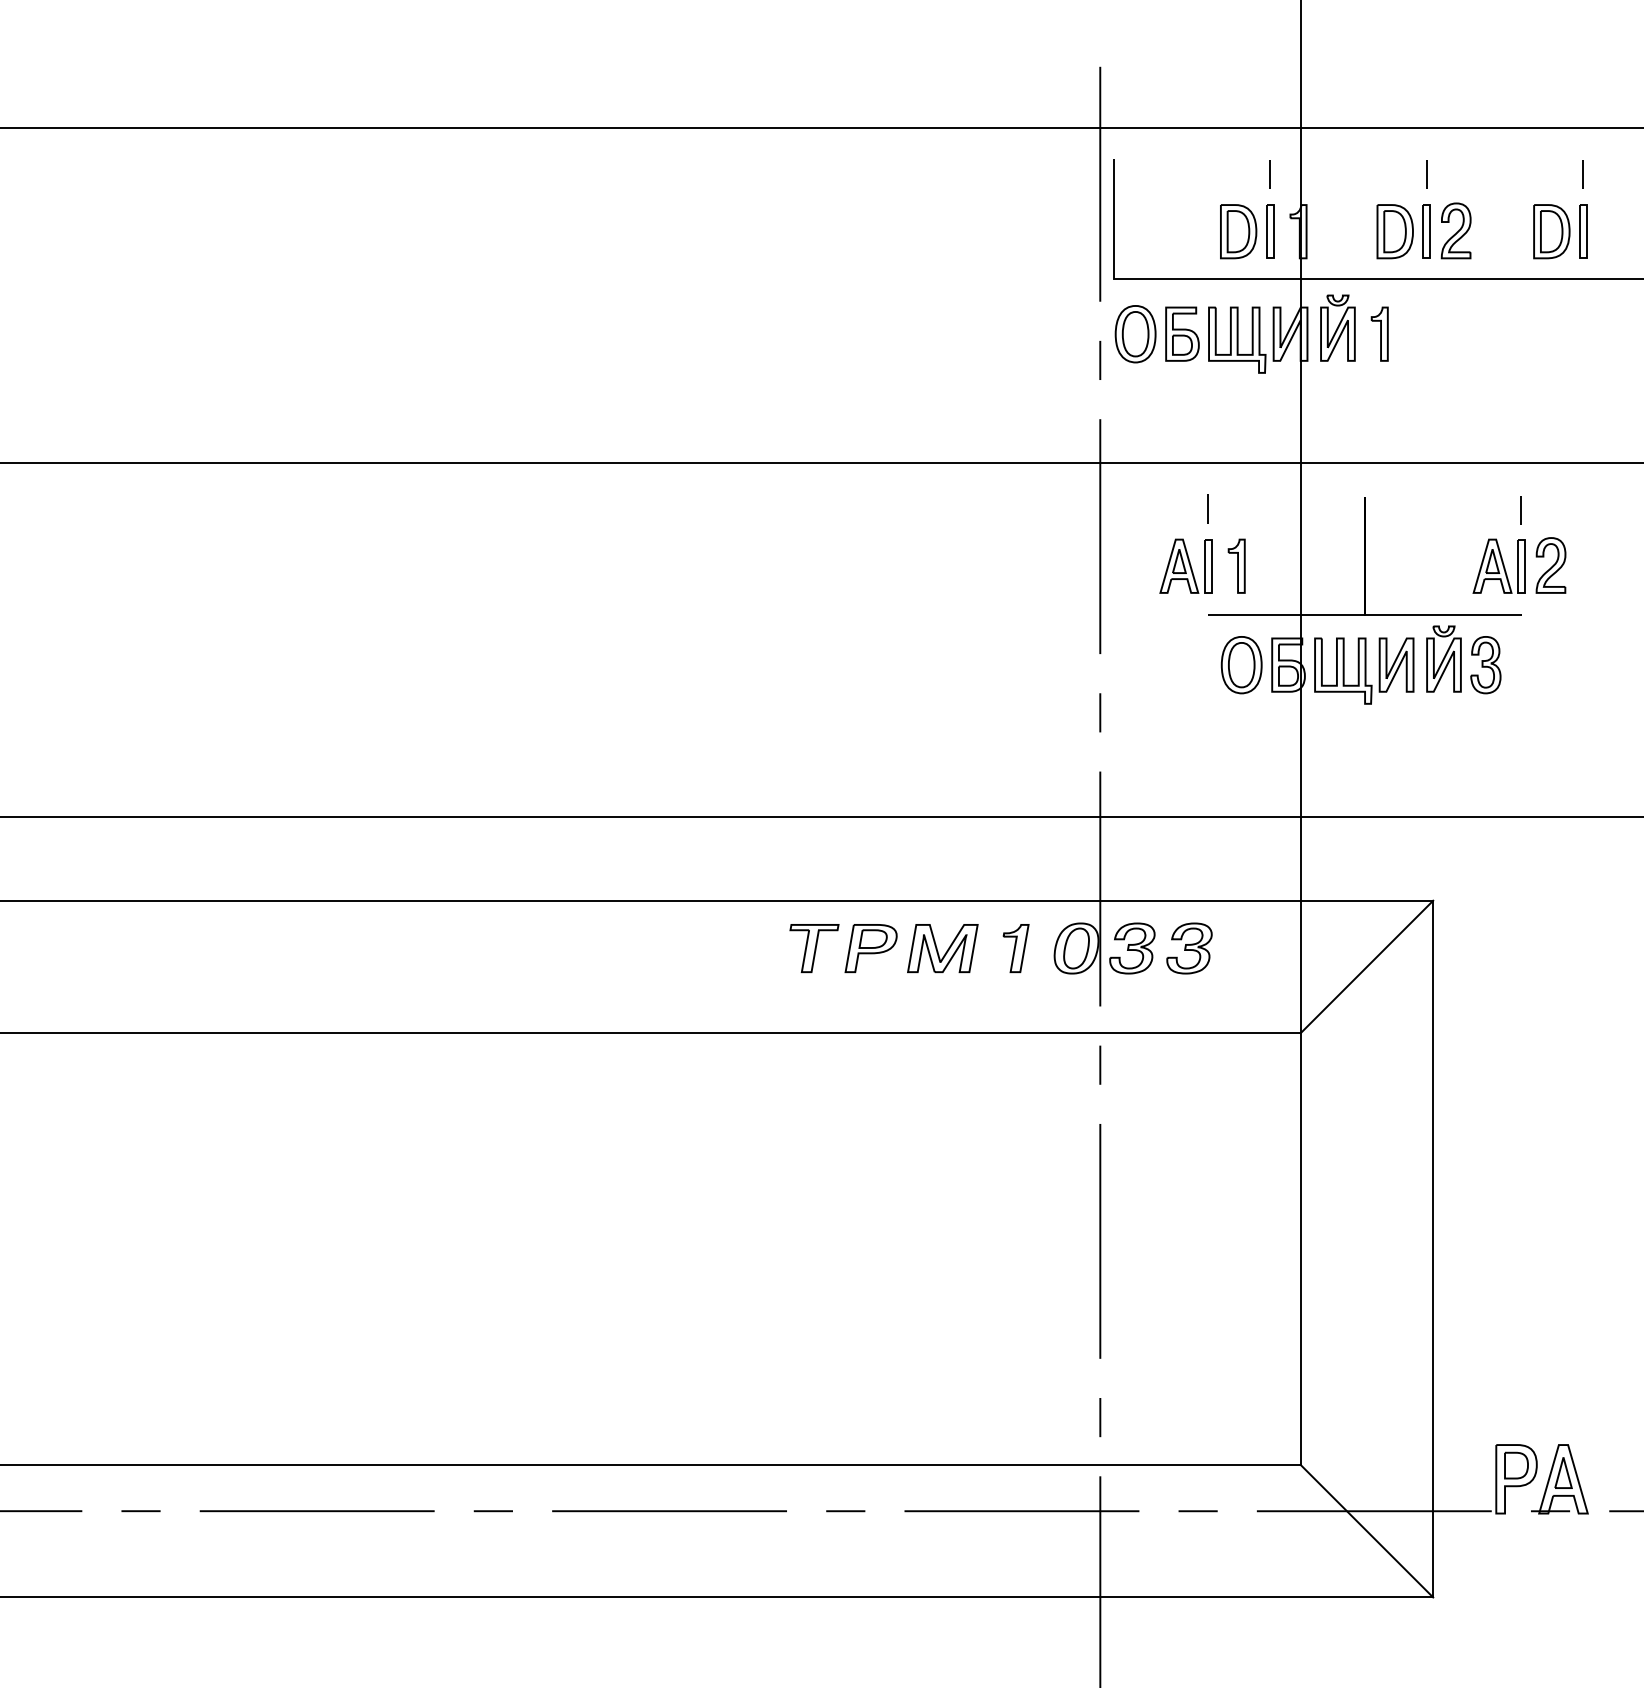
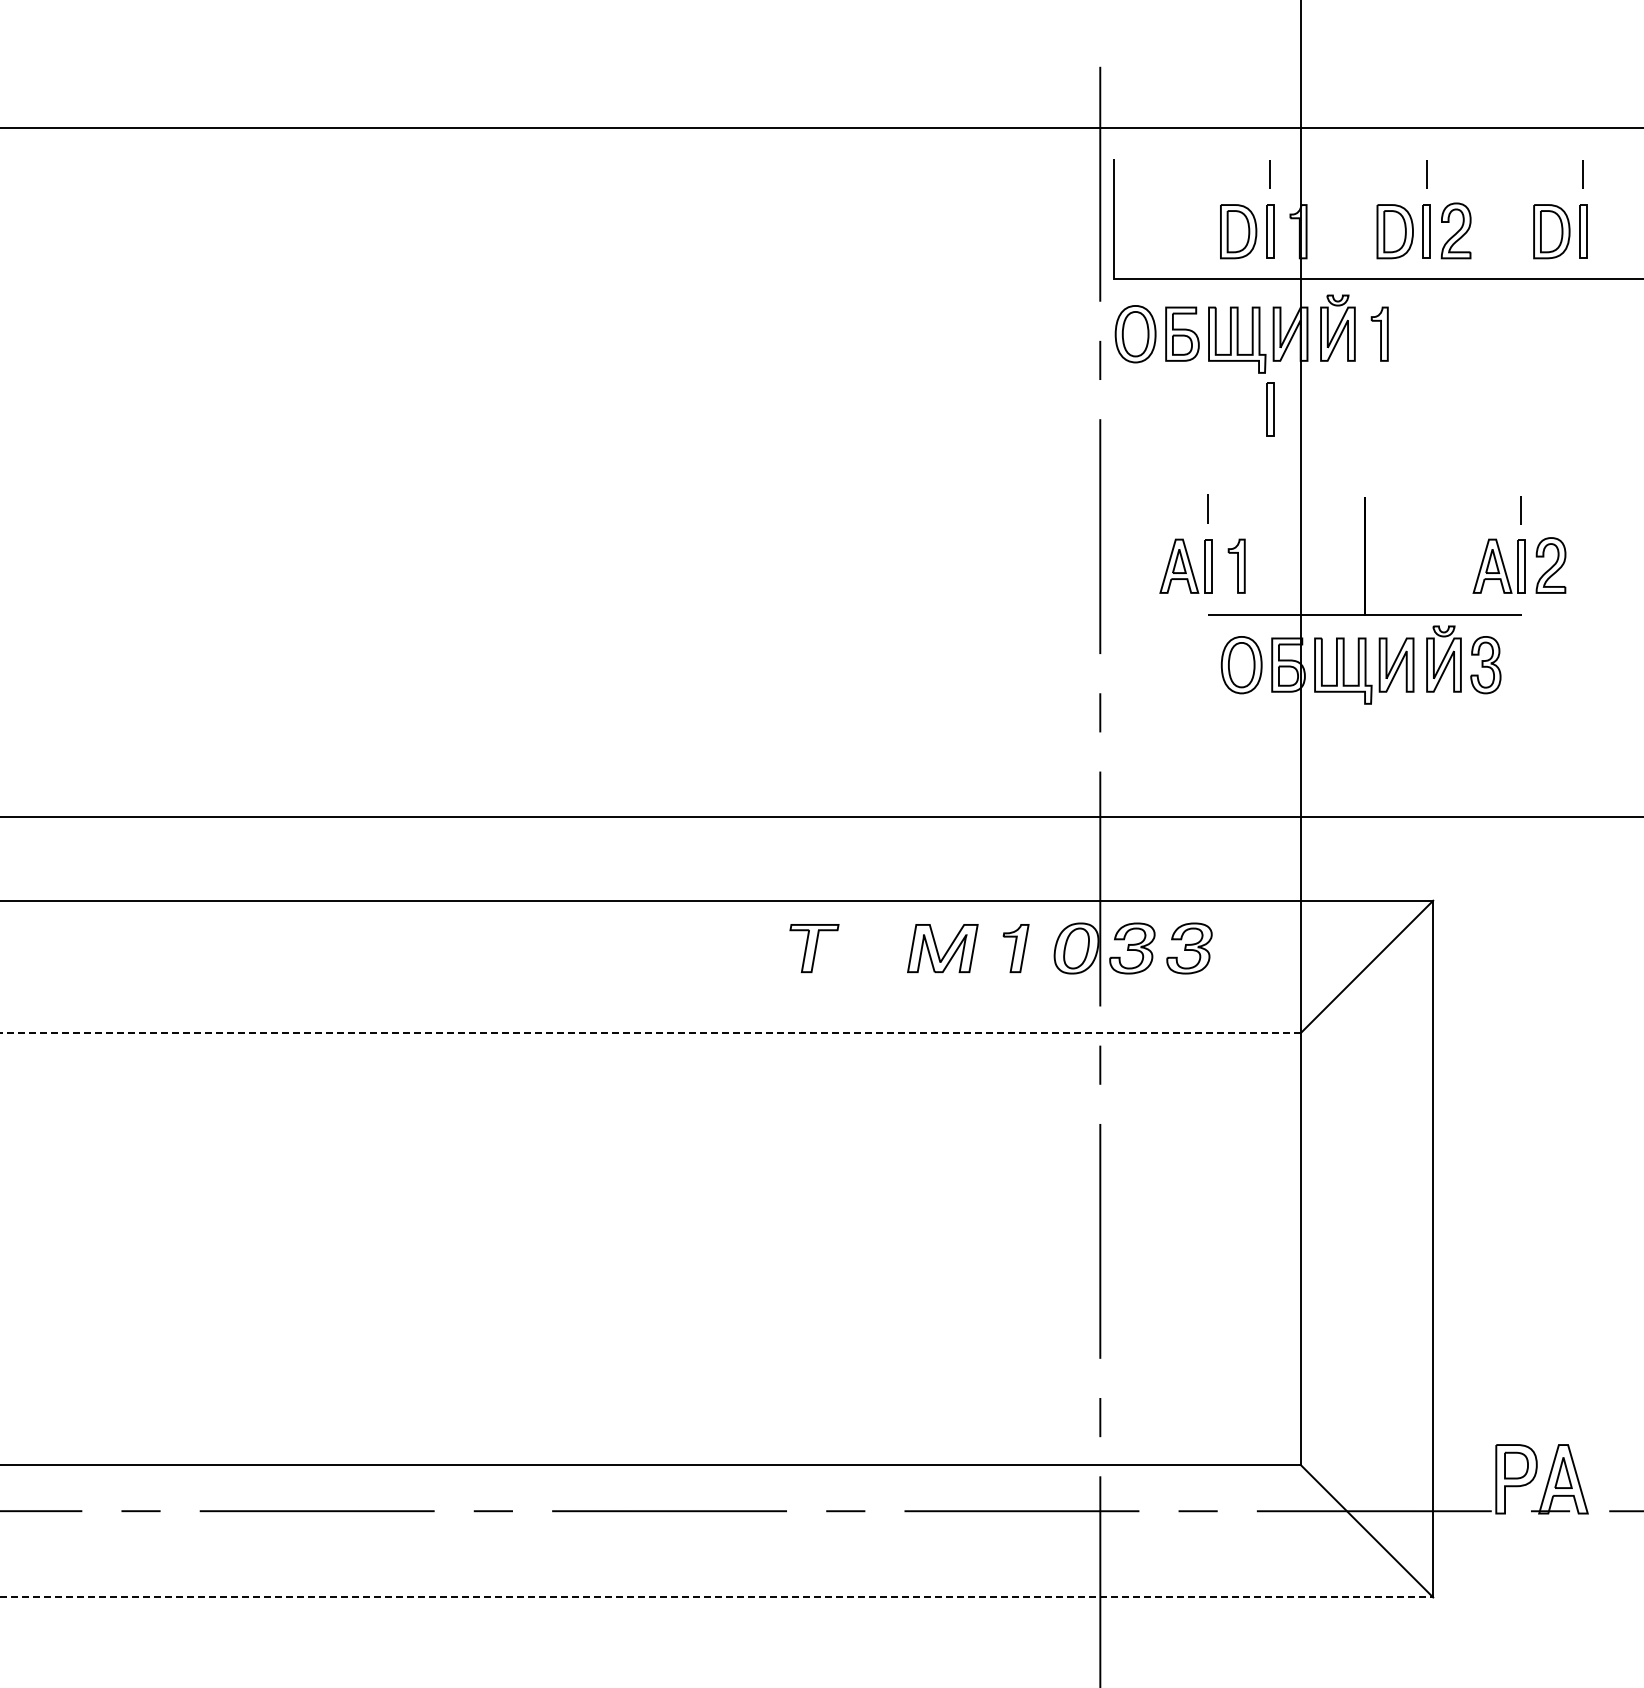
part at (1270, 409): none -> present
line at (821, 462): present -> none
part at (870, 948): present -> none
line at (650, 1033): solid -> dashed
line at (717, 1597): solid -> dashed
